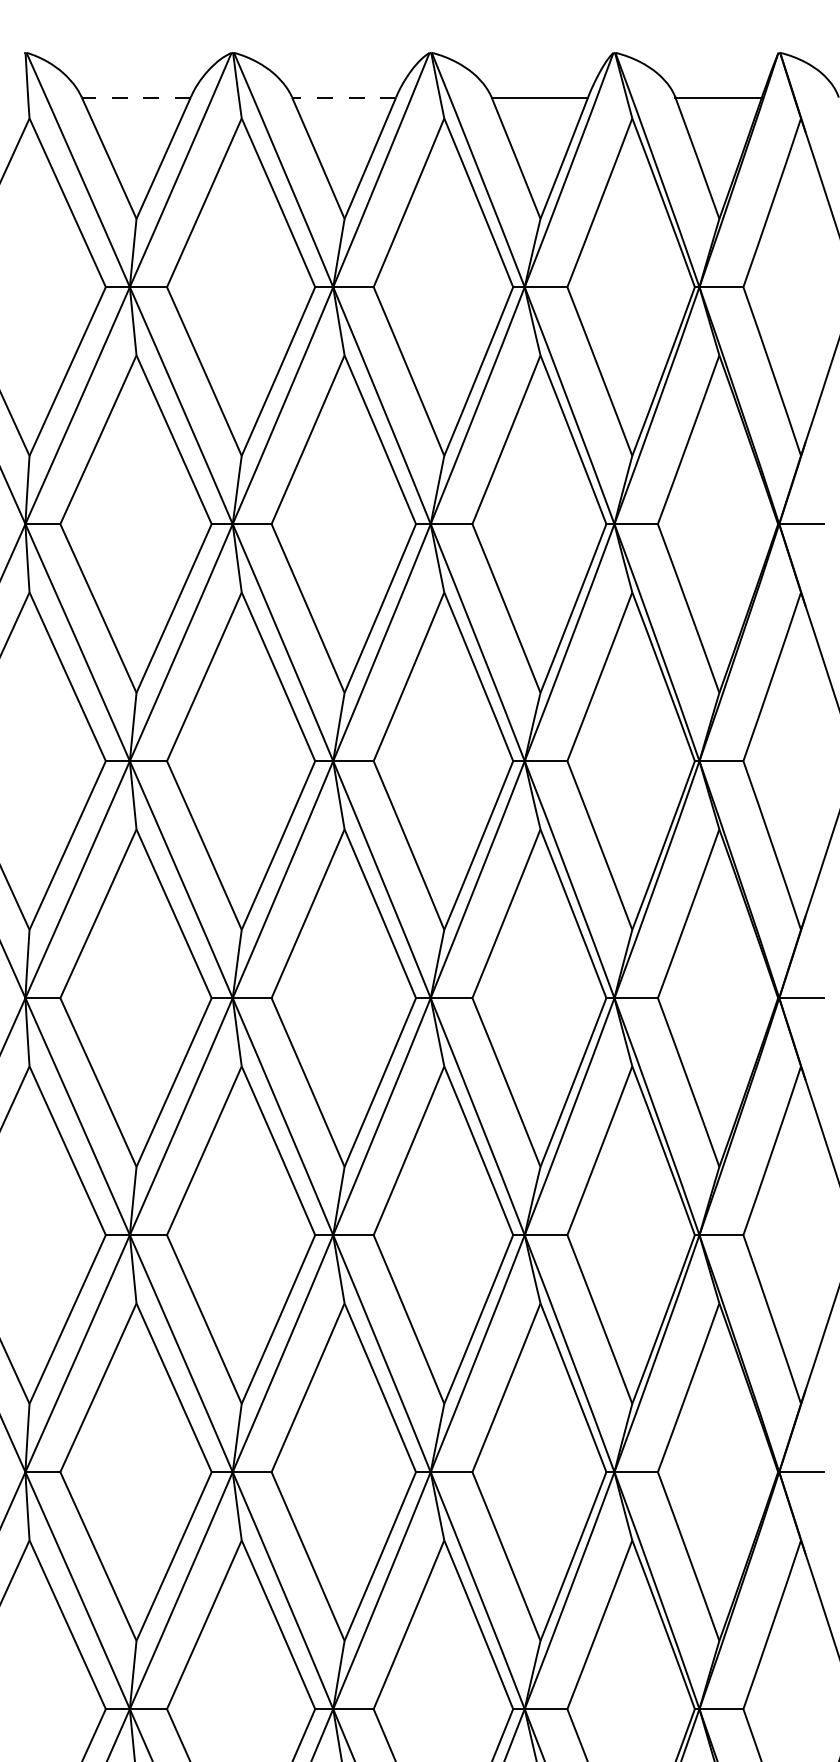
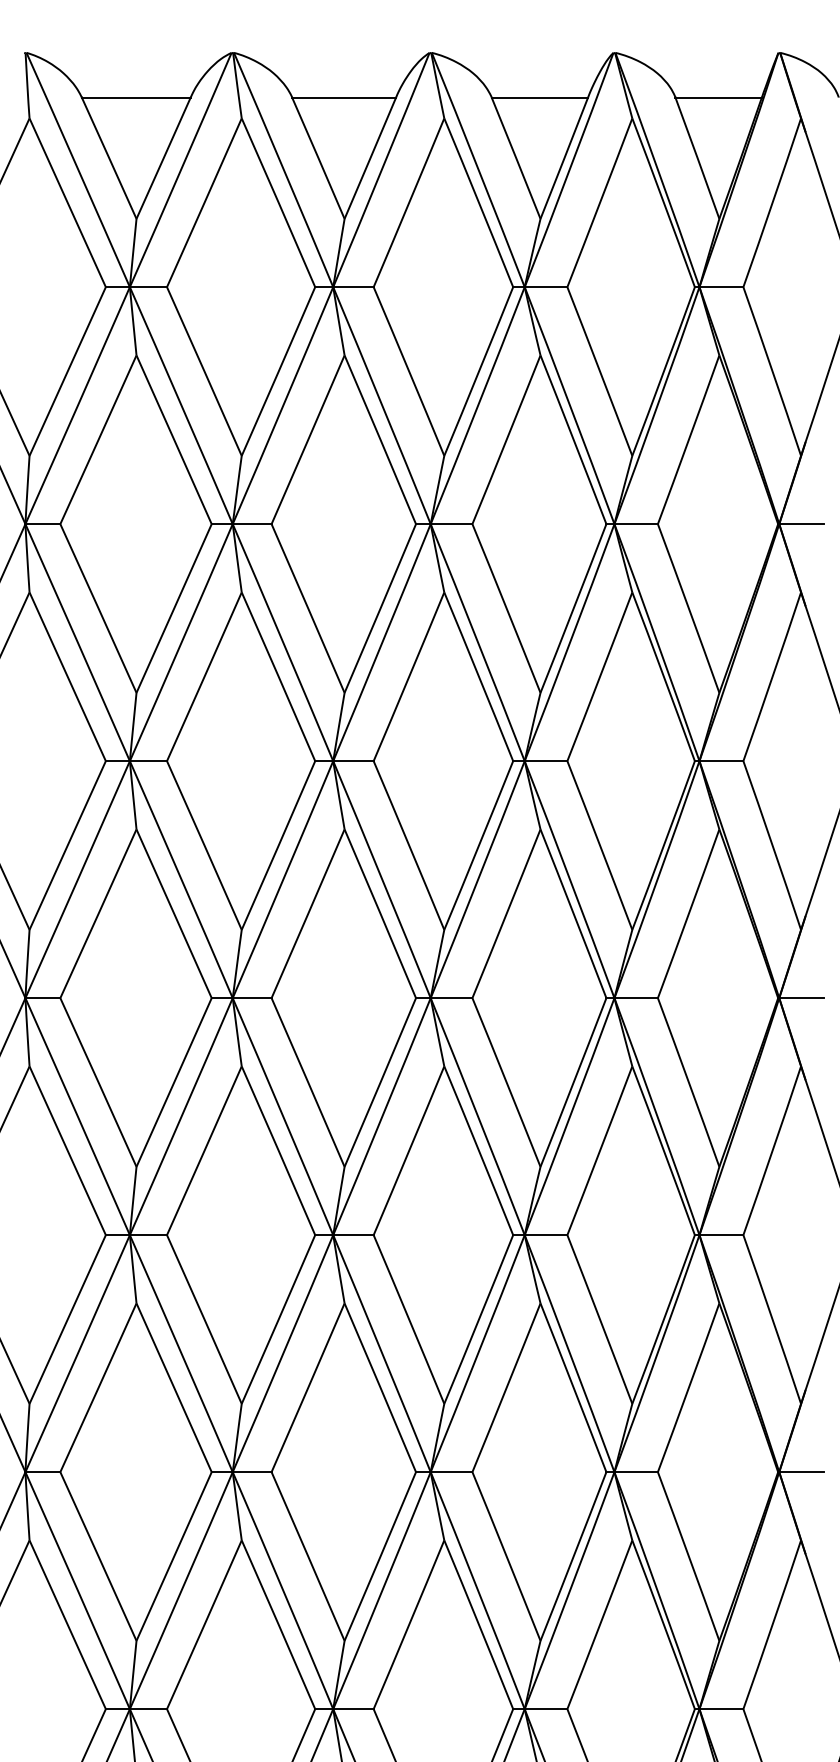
line at (135, 97): dashed -> solid
line at (344, 97): dashed -> solid
